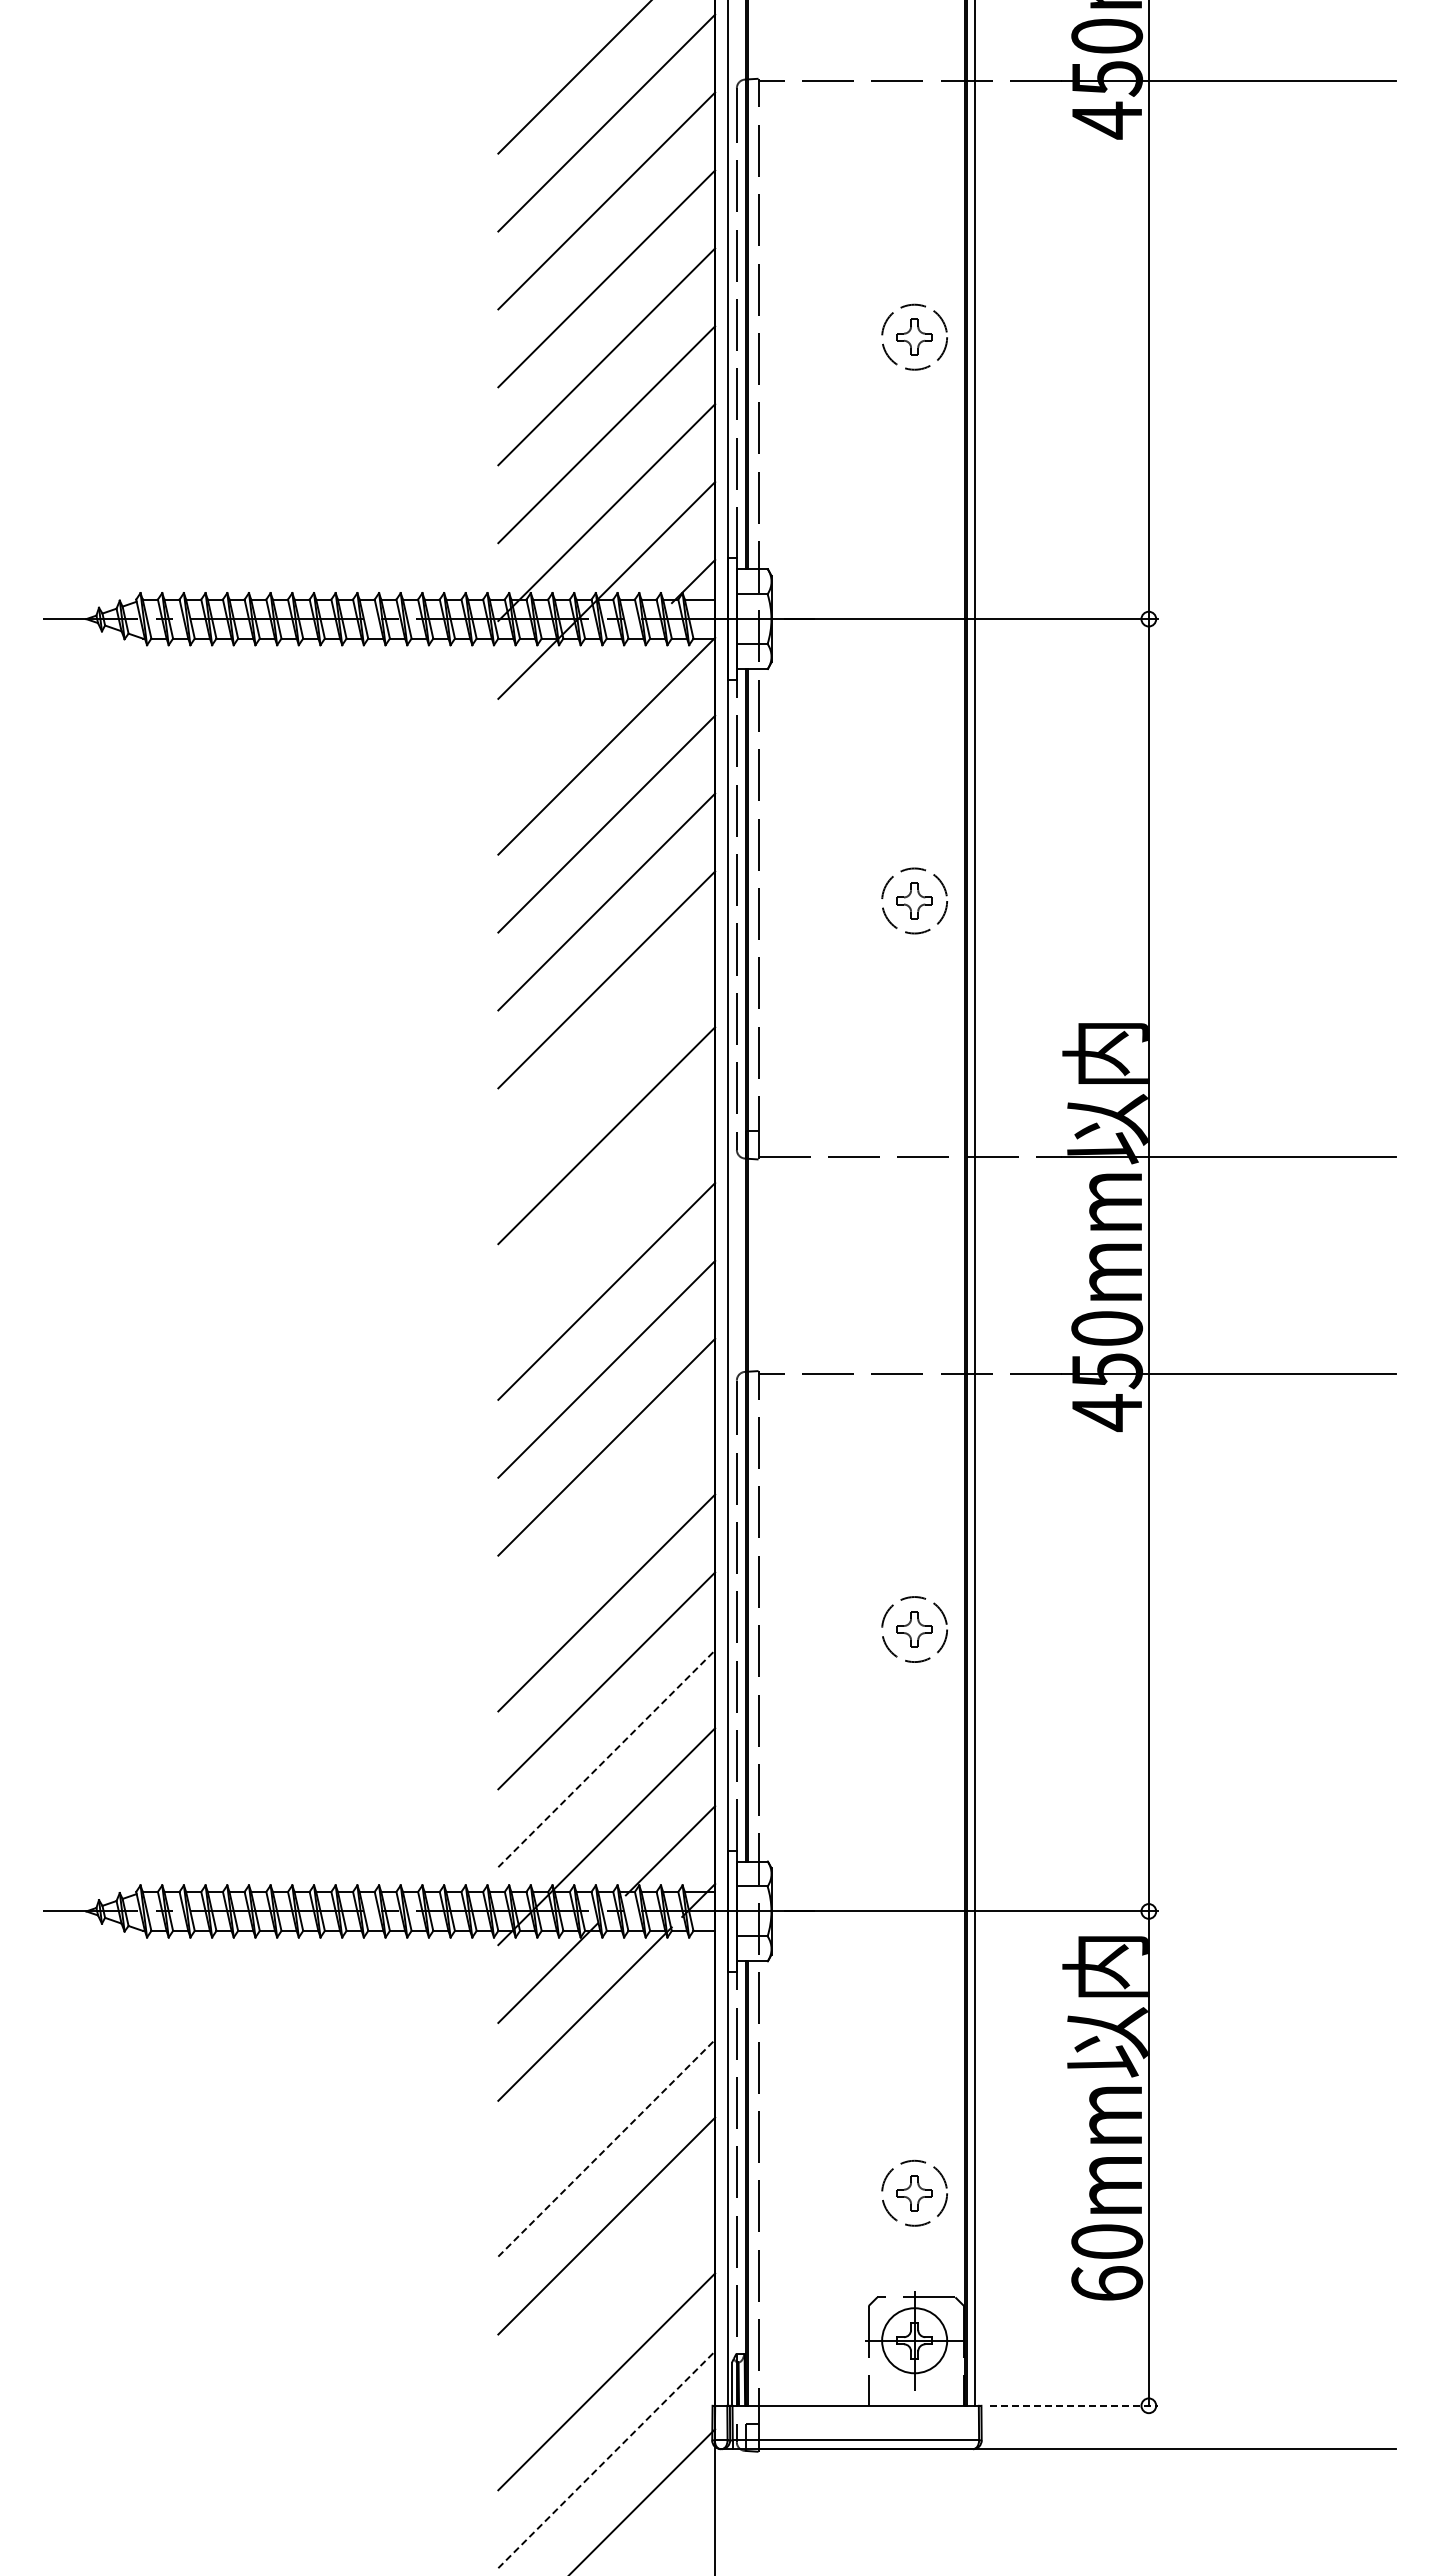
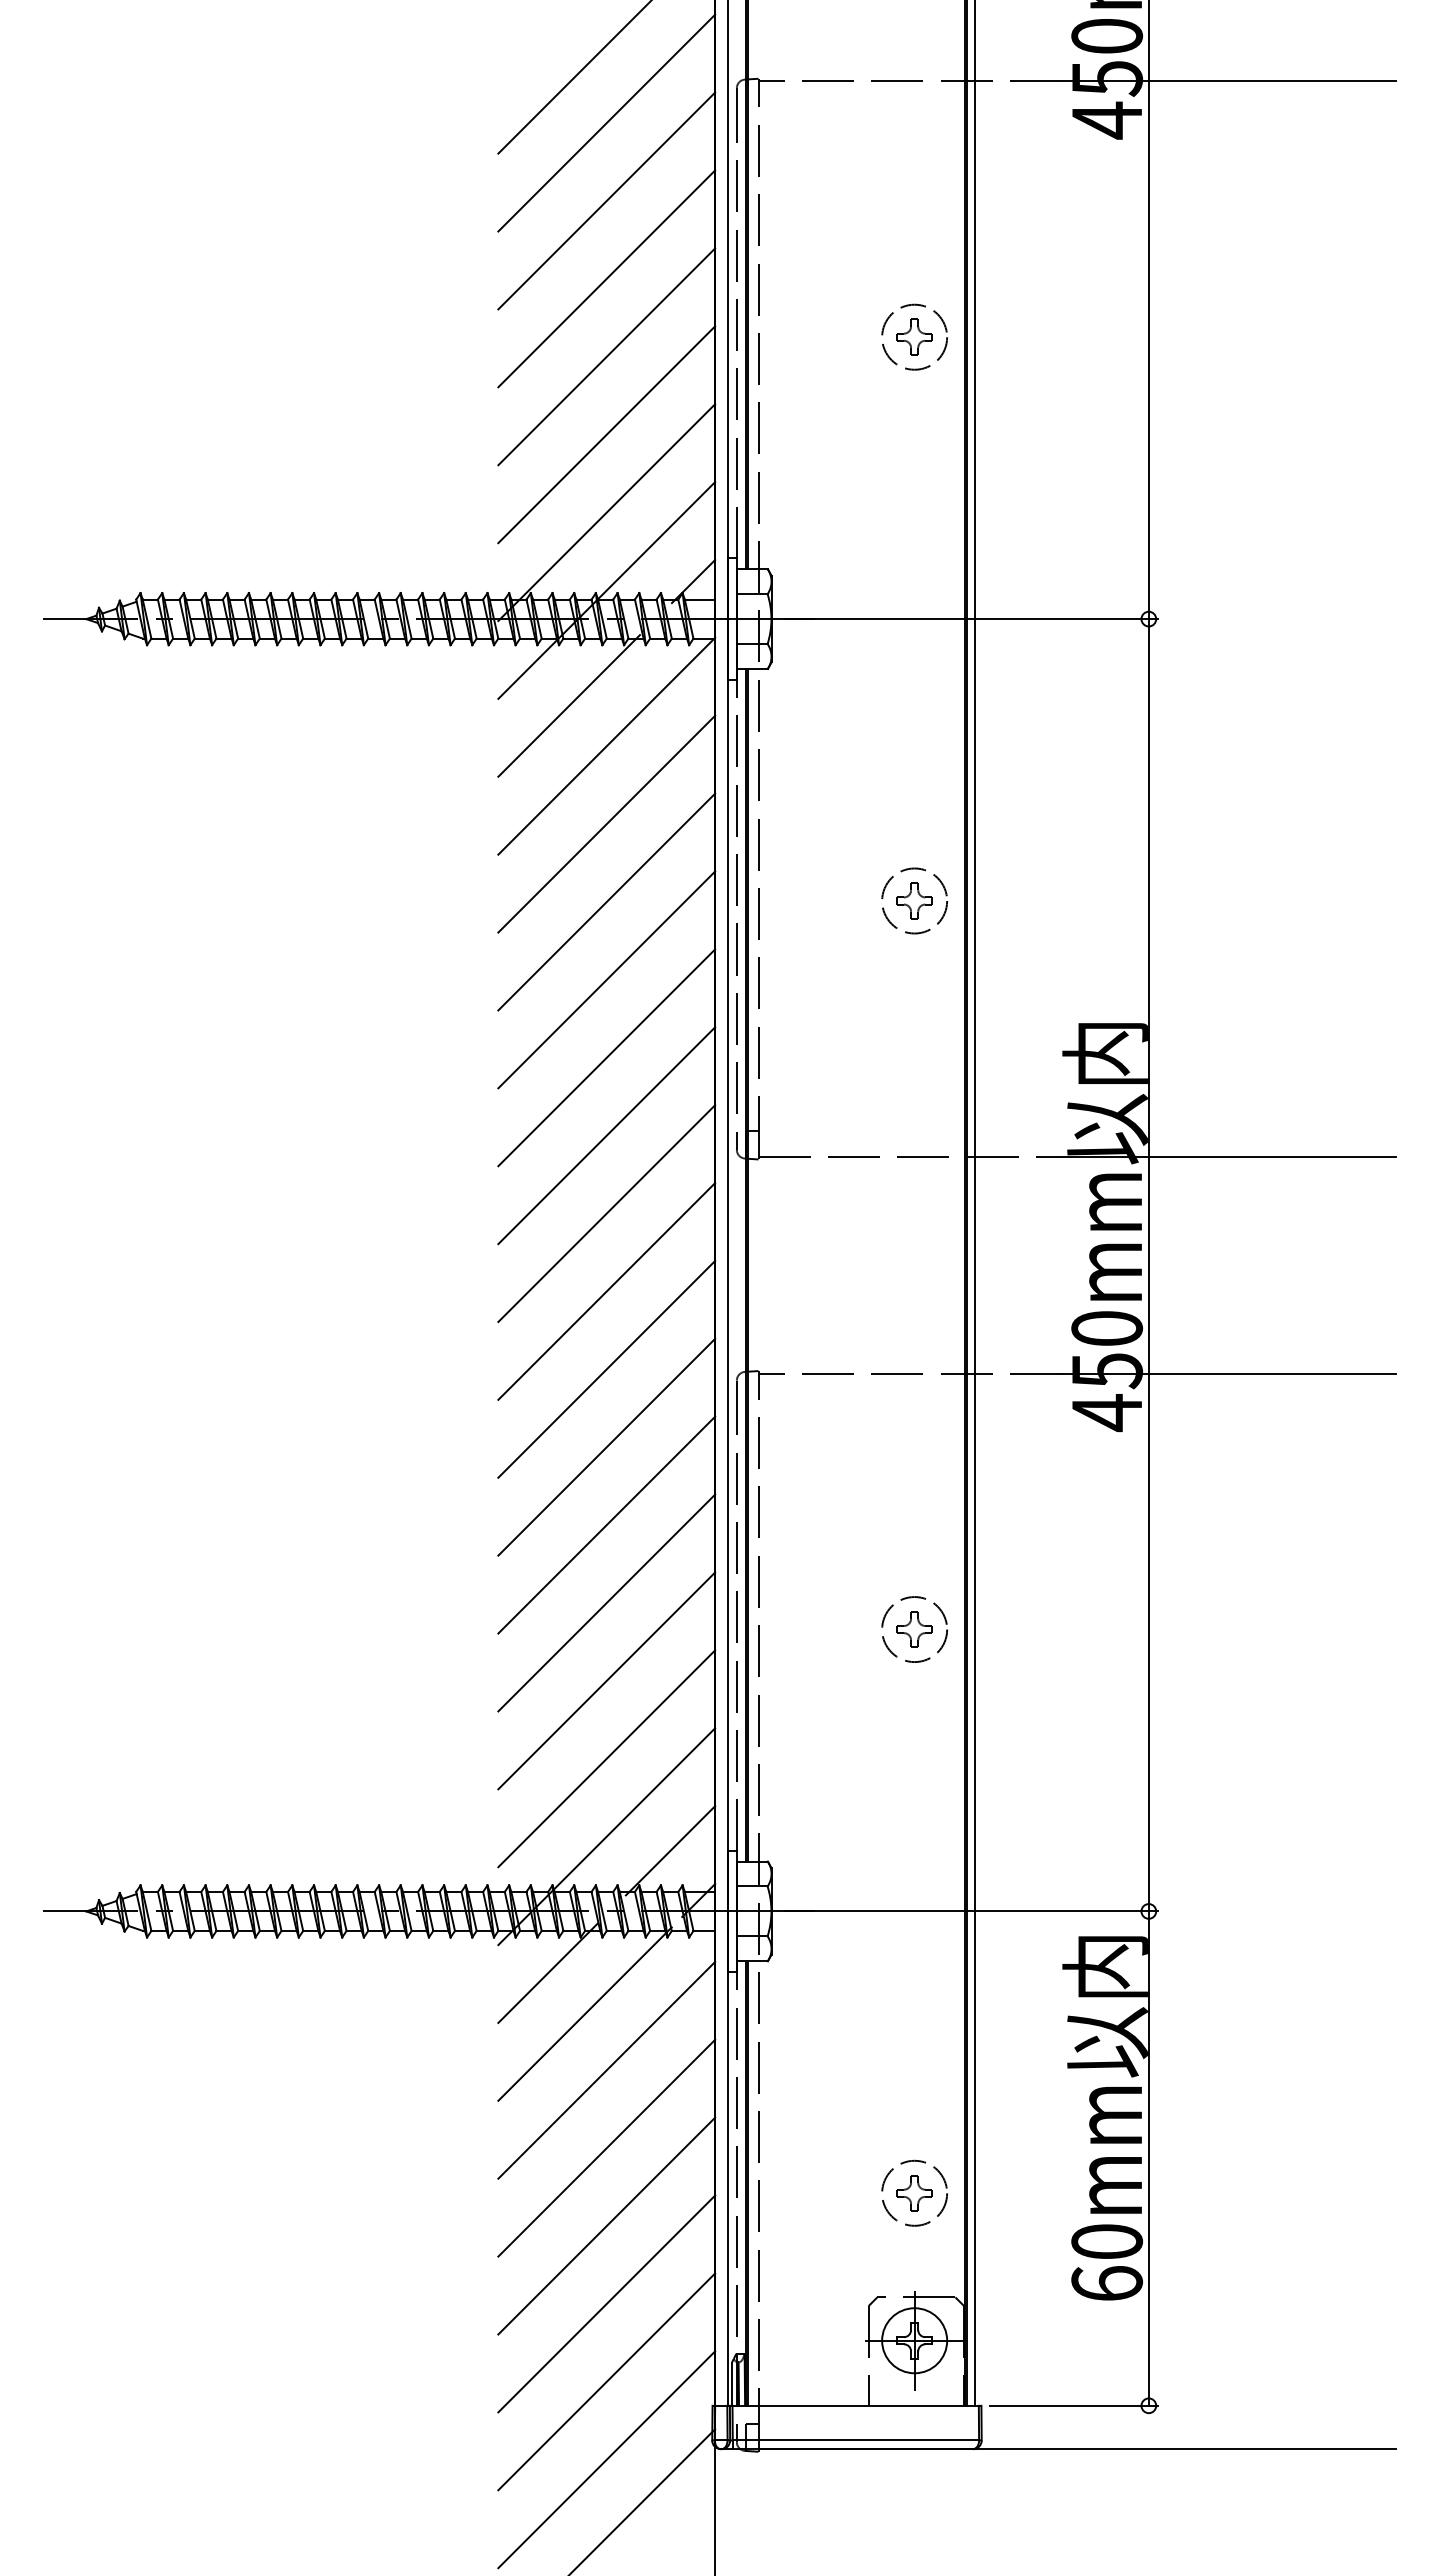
line at (568, 705): none -> present
line at (606, 1057): none -> present
line at (606, 1213): none -> present
line at (606, 1524): none -> present
line at (607, 1758): dashed -> solid
line at (606, 2069): none -> present
line at (607, 2147): dashed -> solid
line at (606, 2303): none -> present
line at (1073, 2405): dashed -> solid
line at (607, 2459): dashed -> solid
